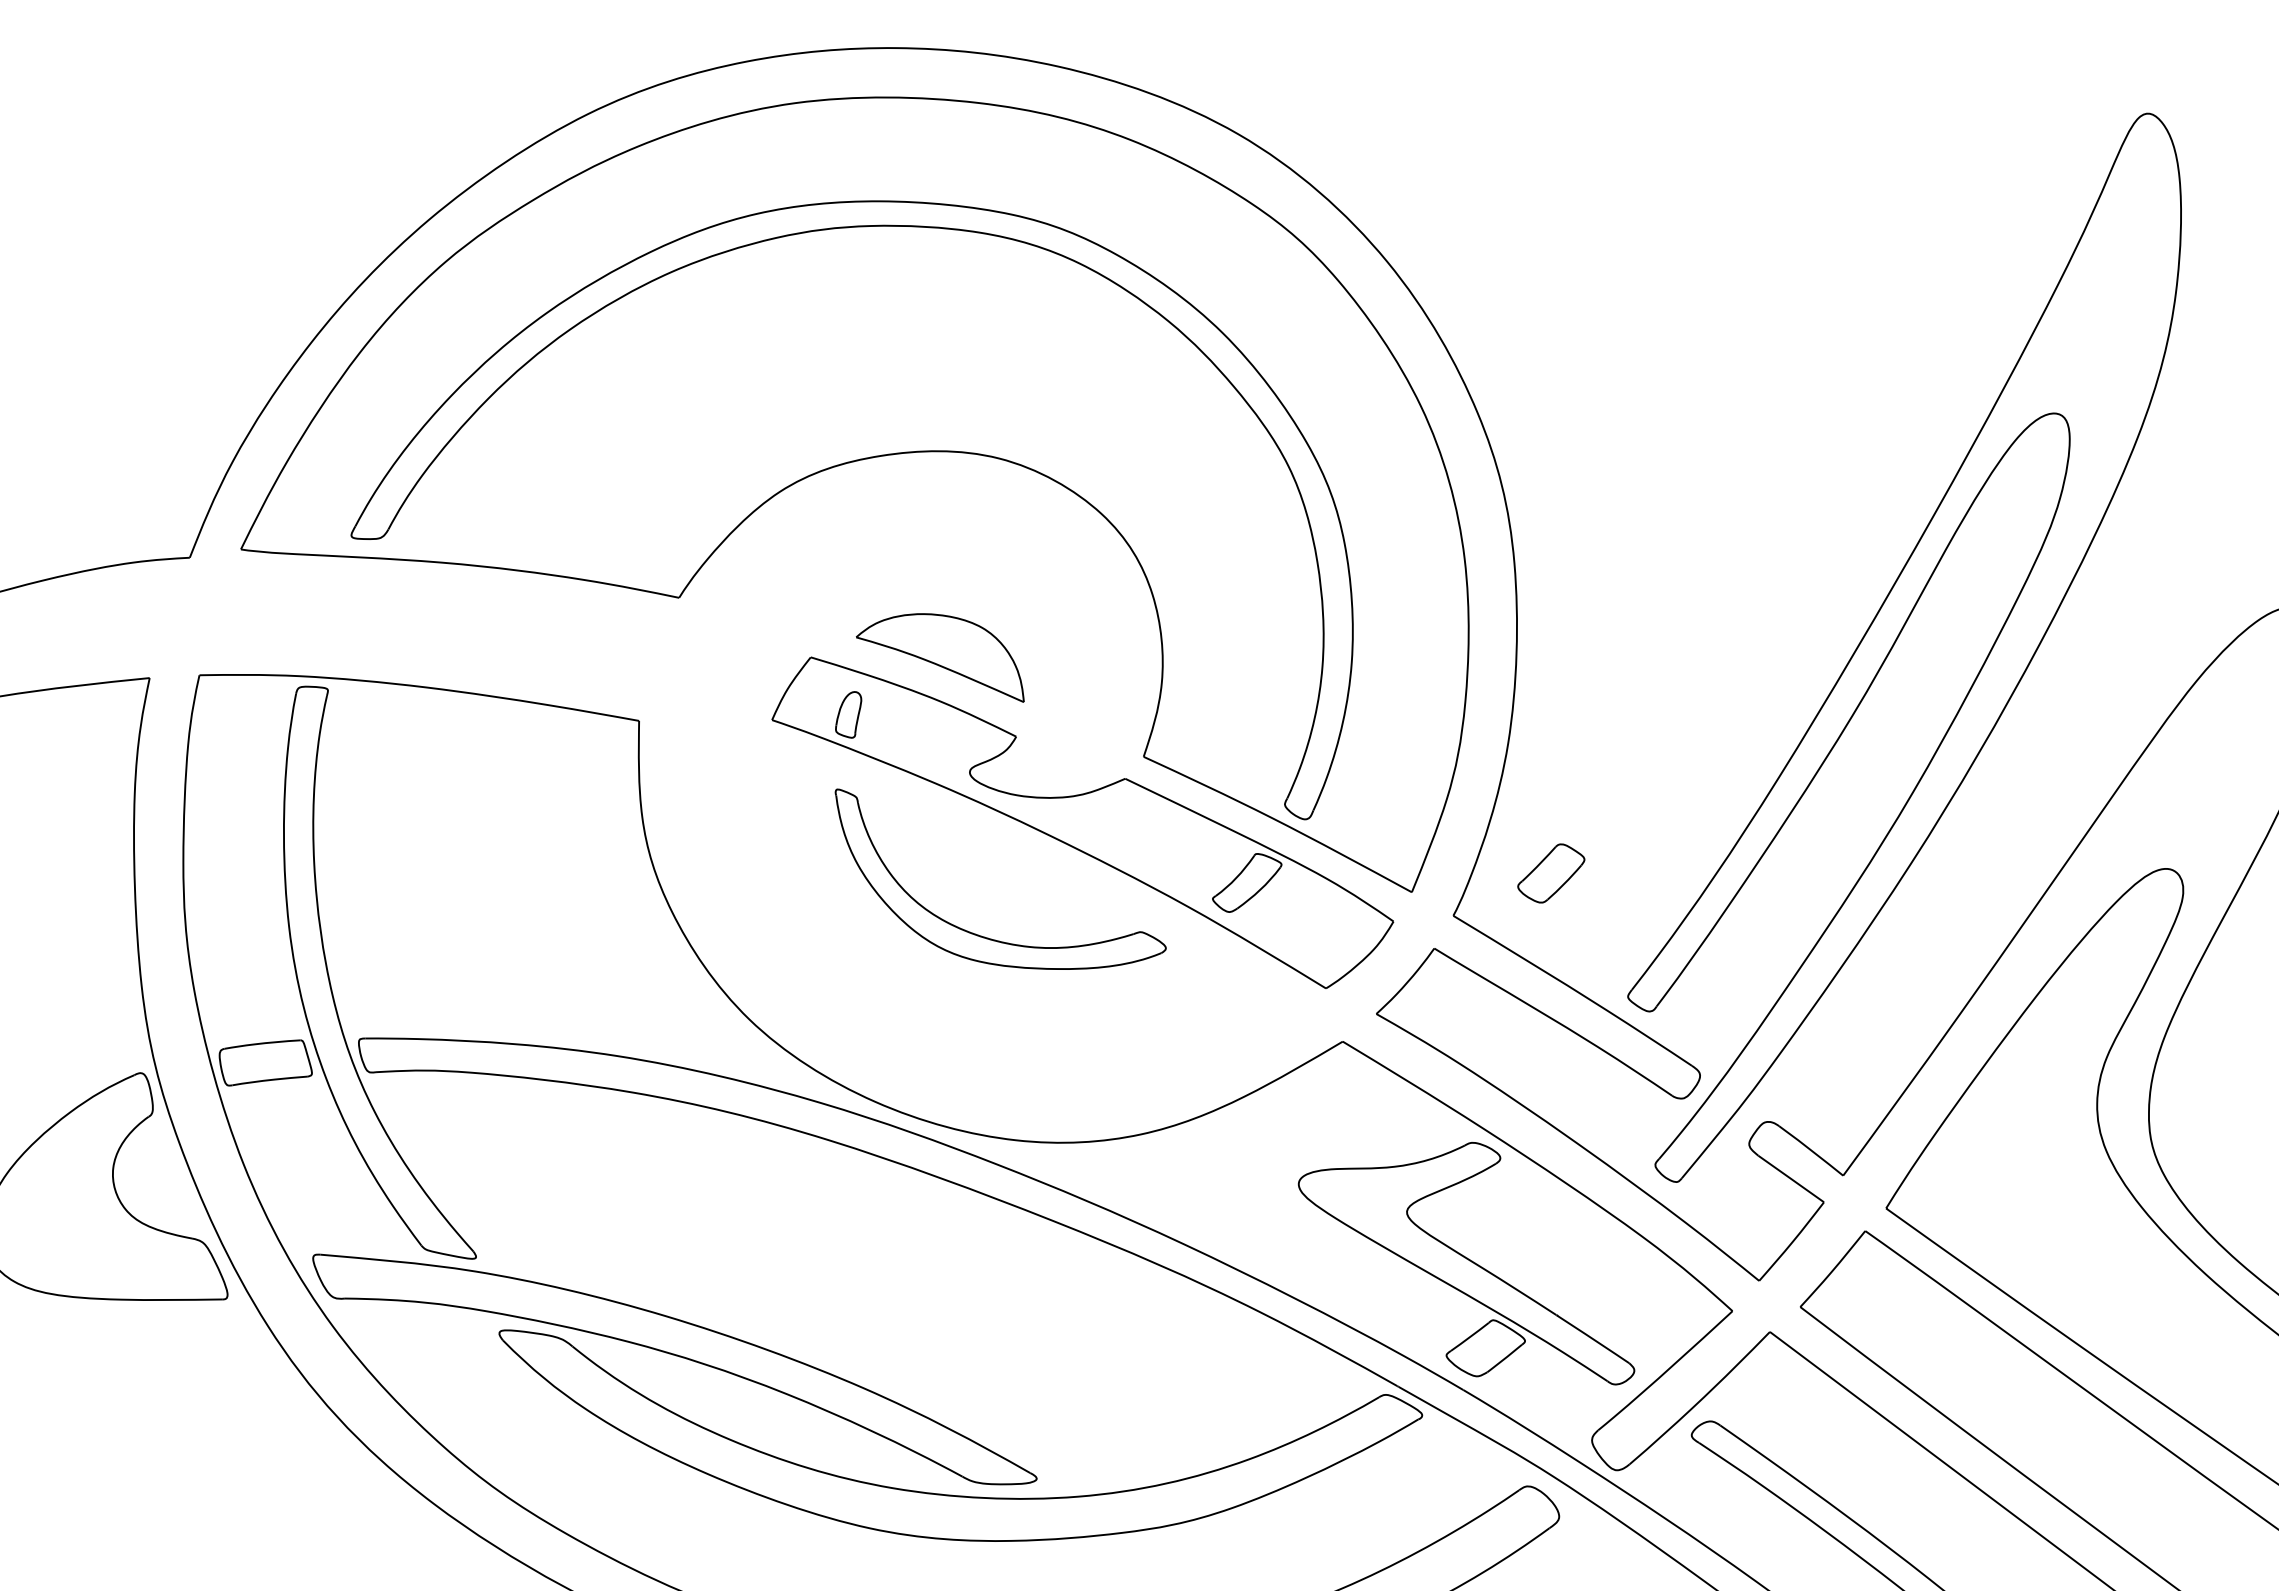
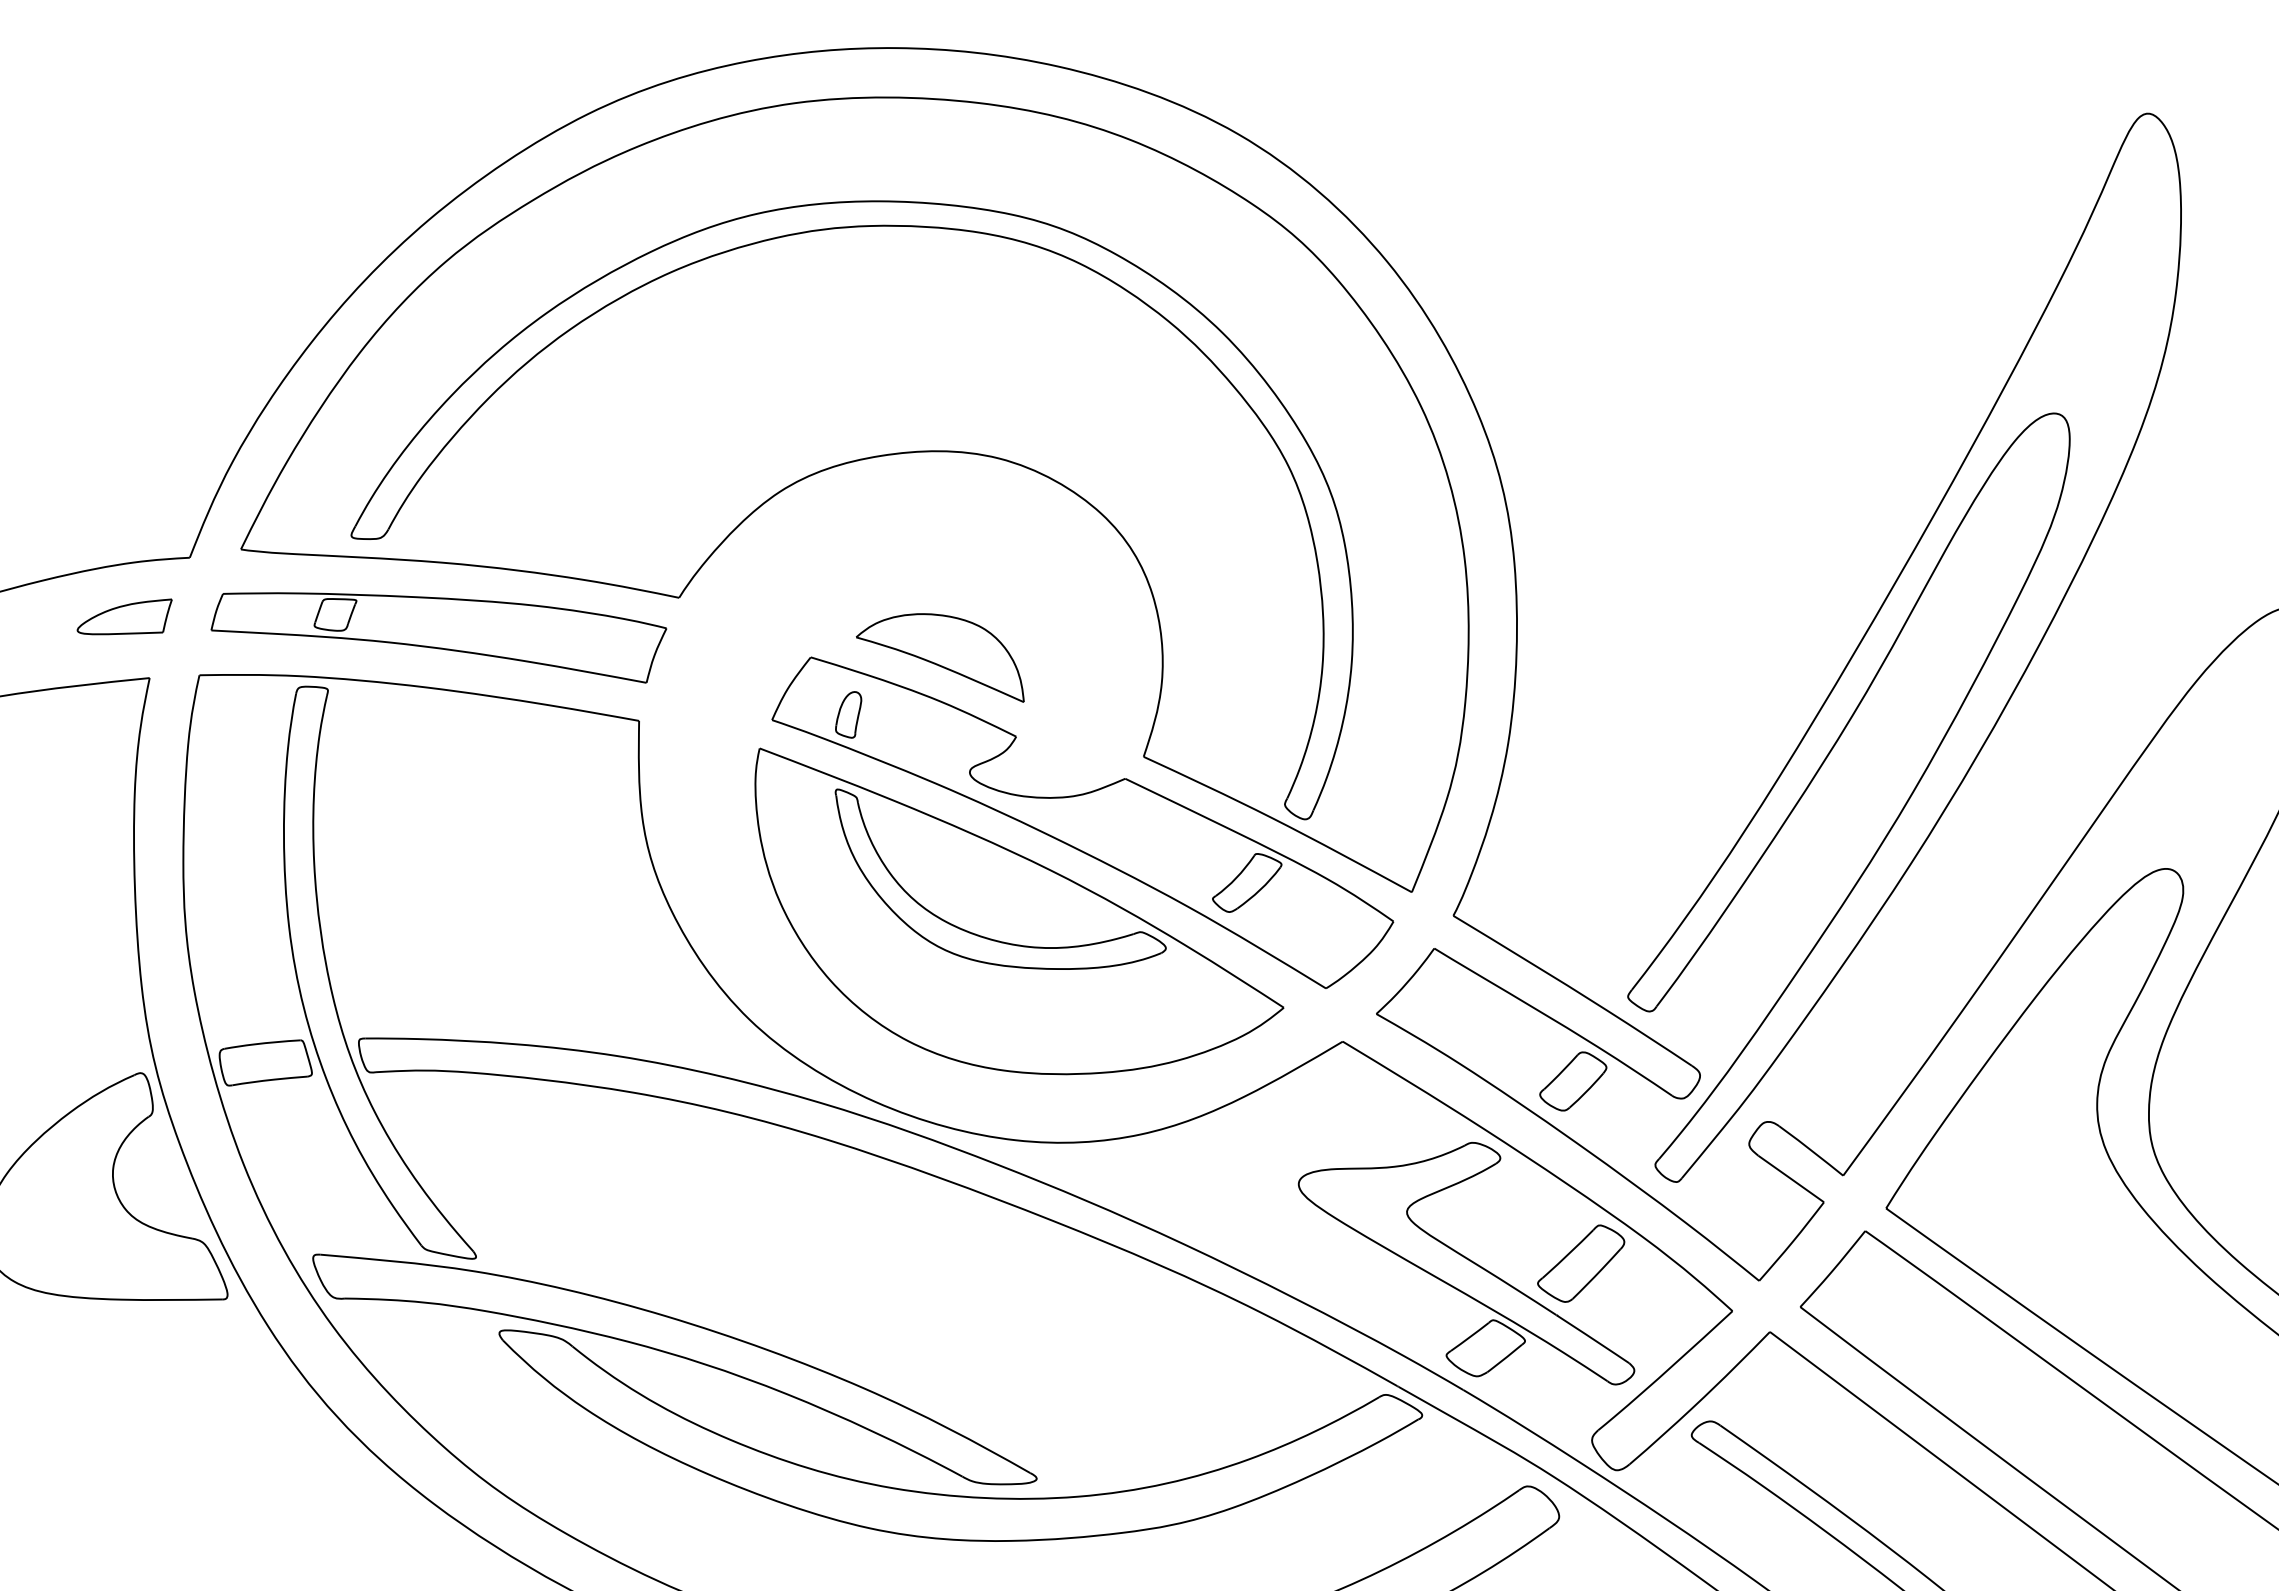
part at (124, 616): none -> present
part at (438, 637): none -> present
part at (1551, 873) position: (1551, 873) -> (1573, 1081)
part at (1019, 911): none -> present
part at (1581, 1263): none -> present
